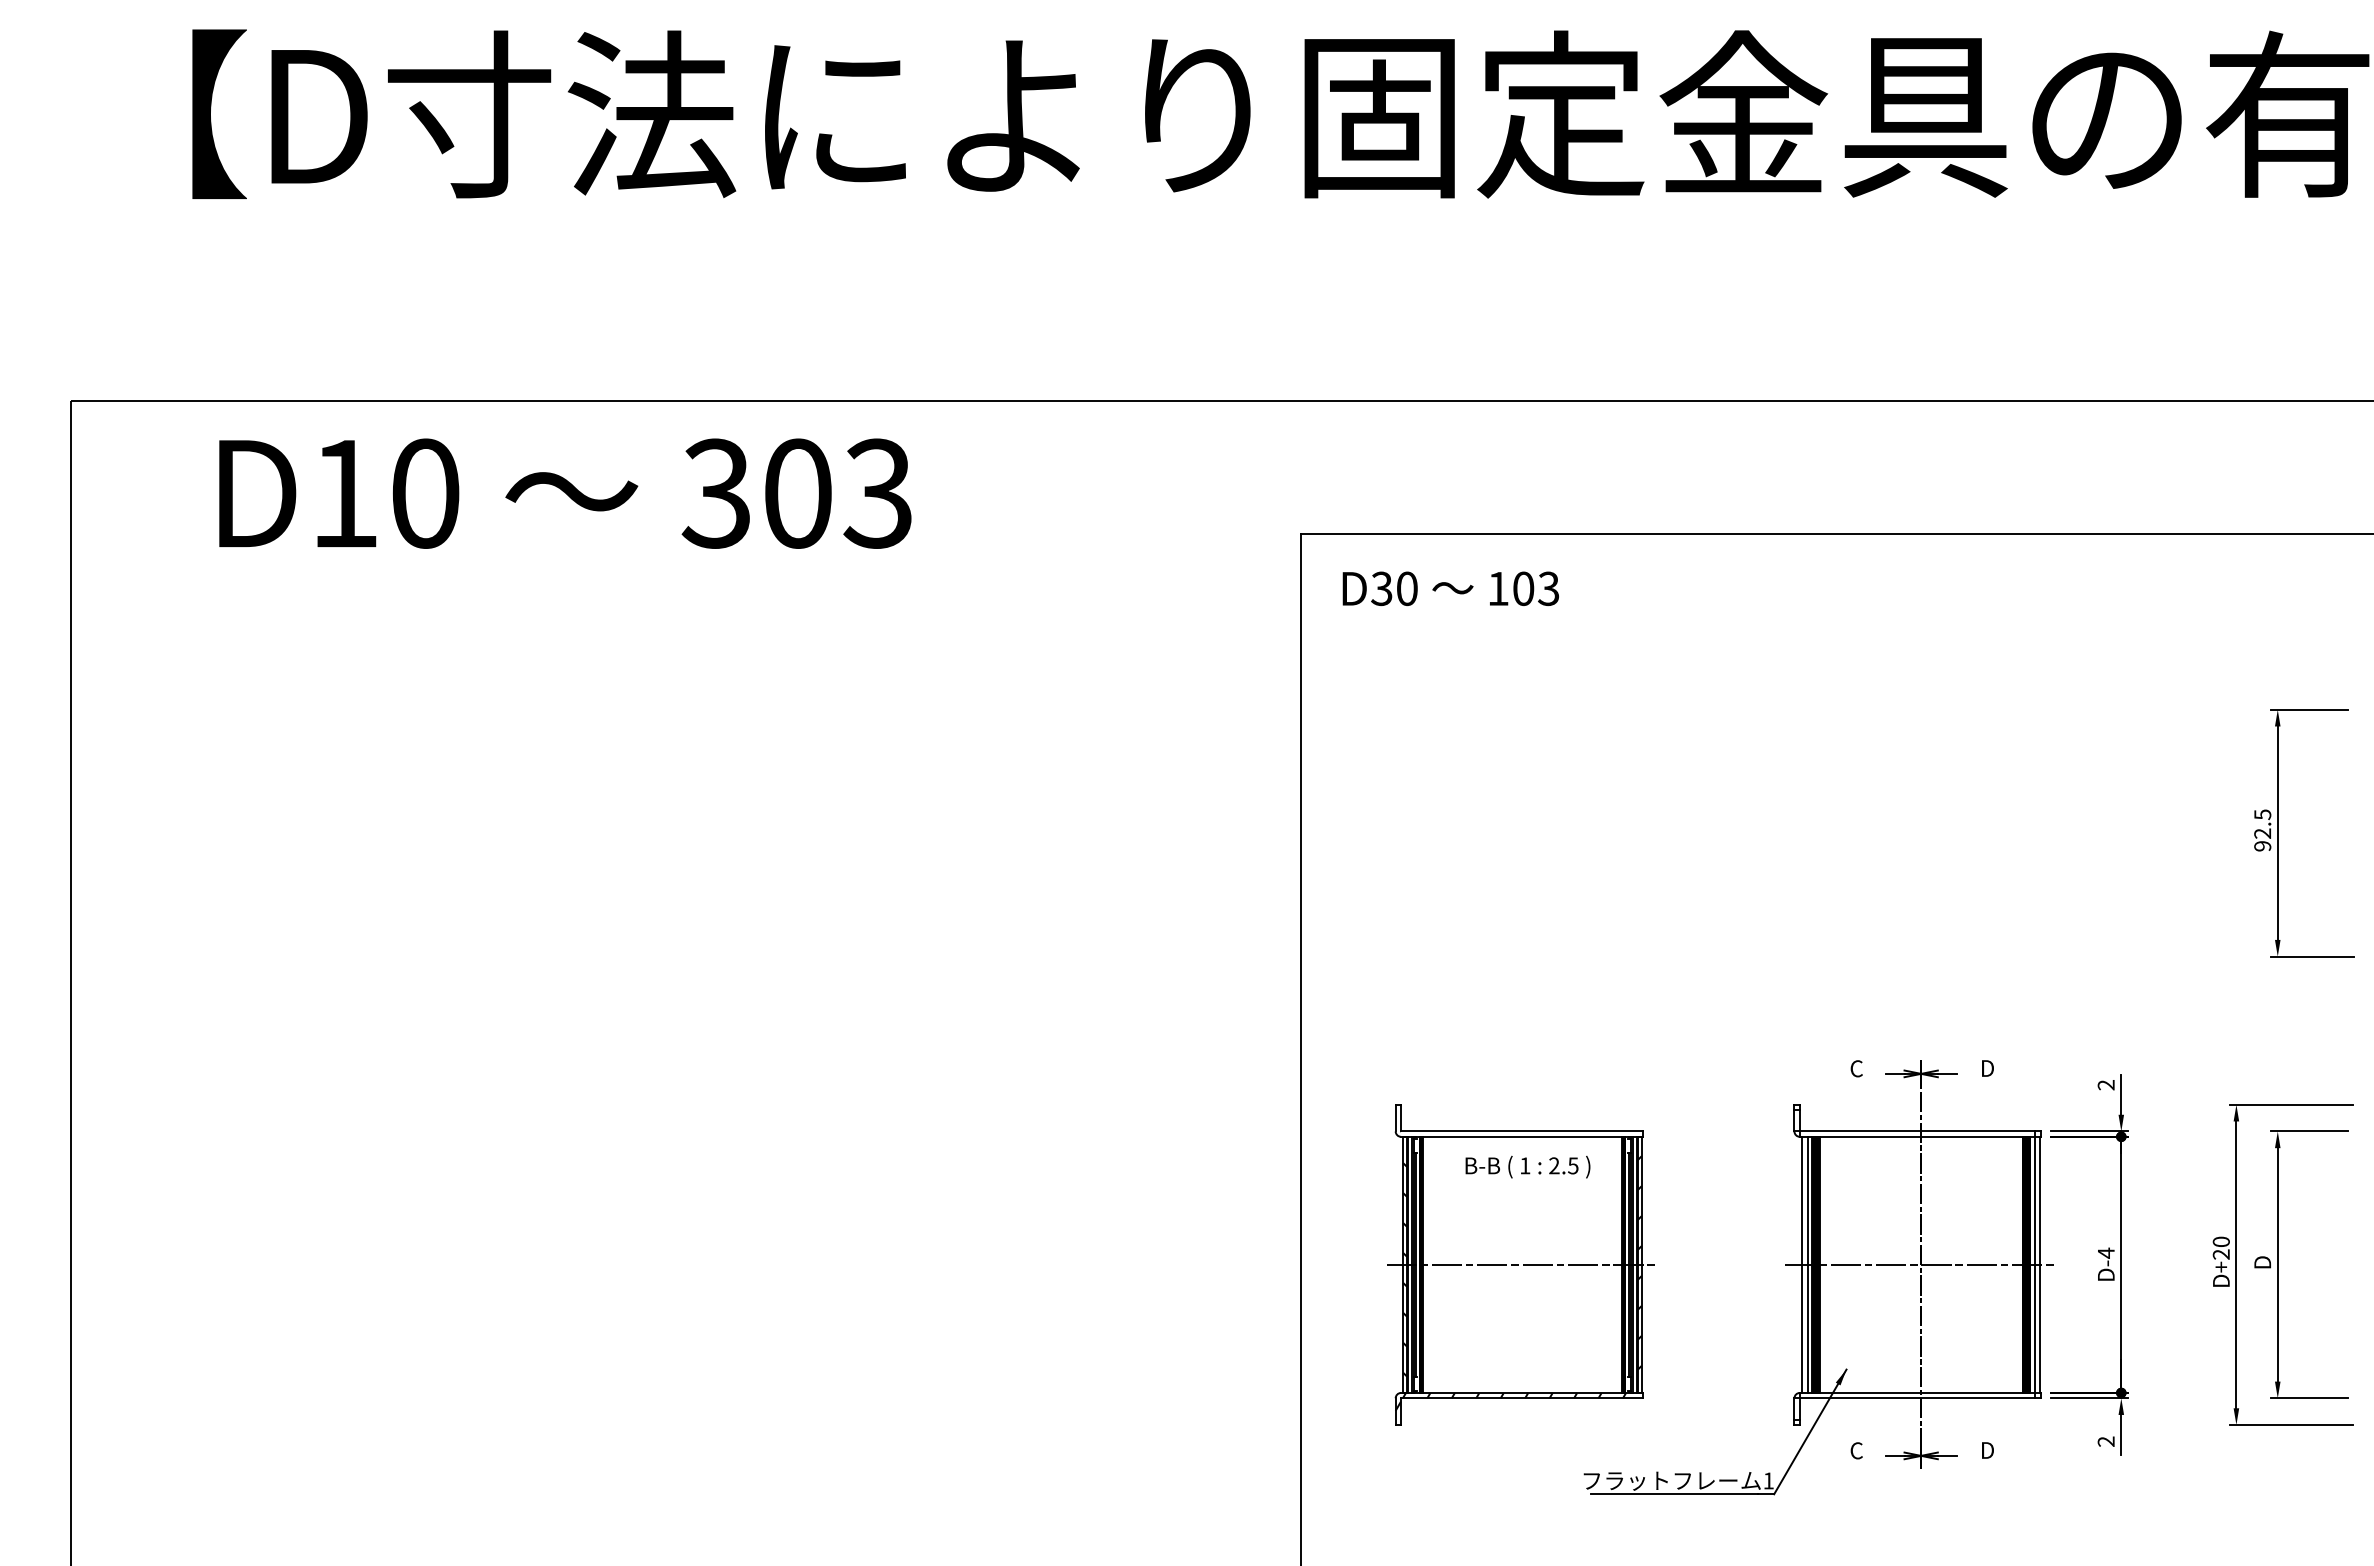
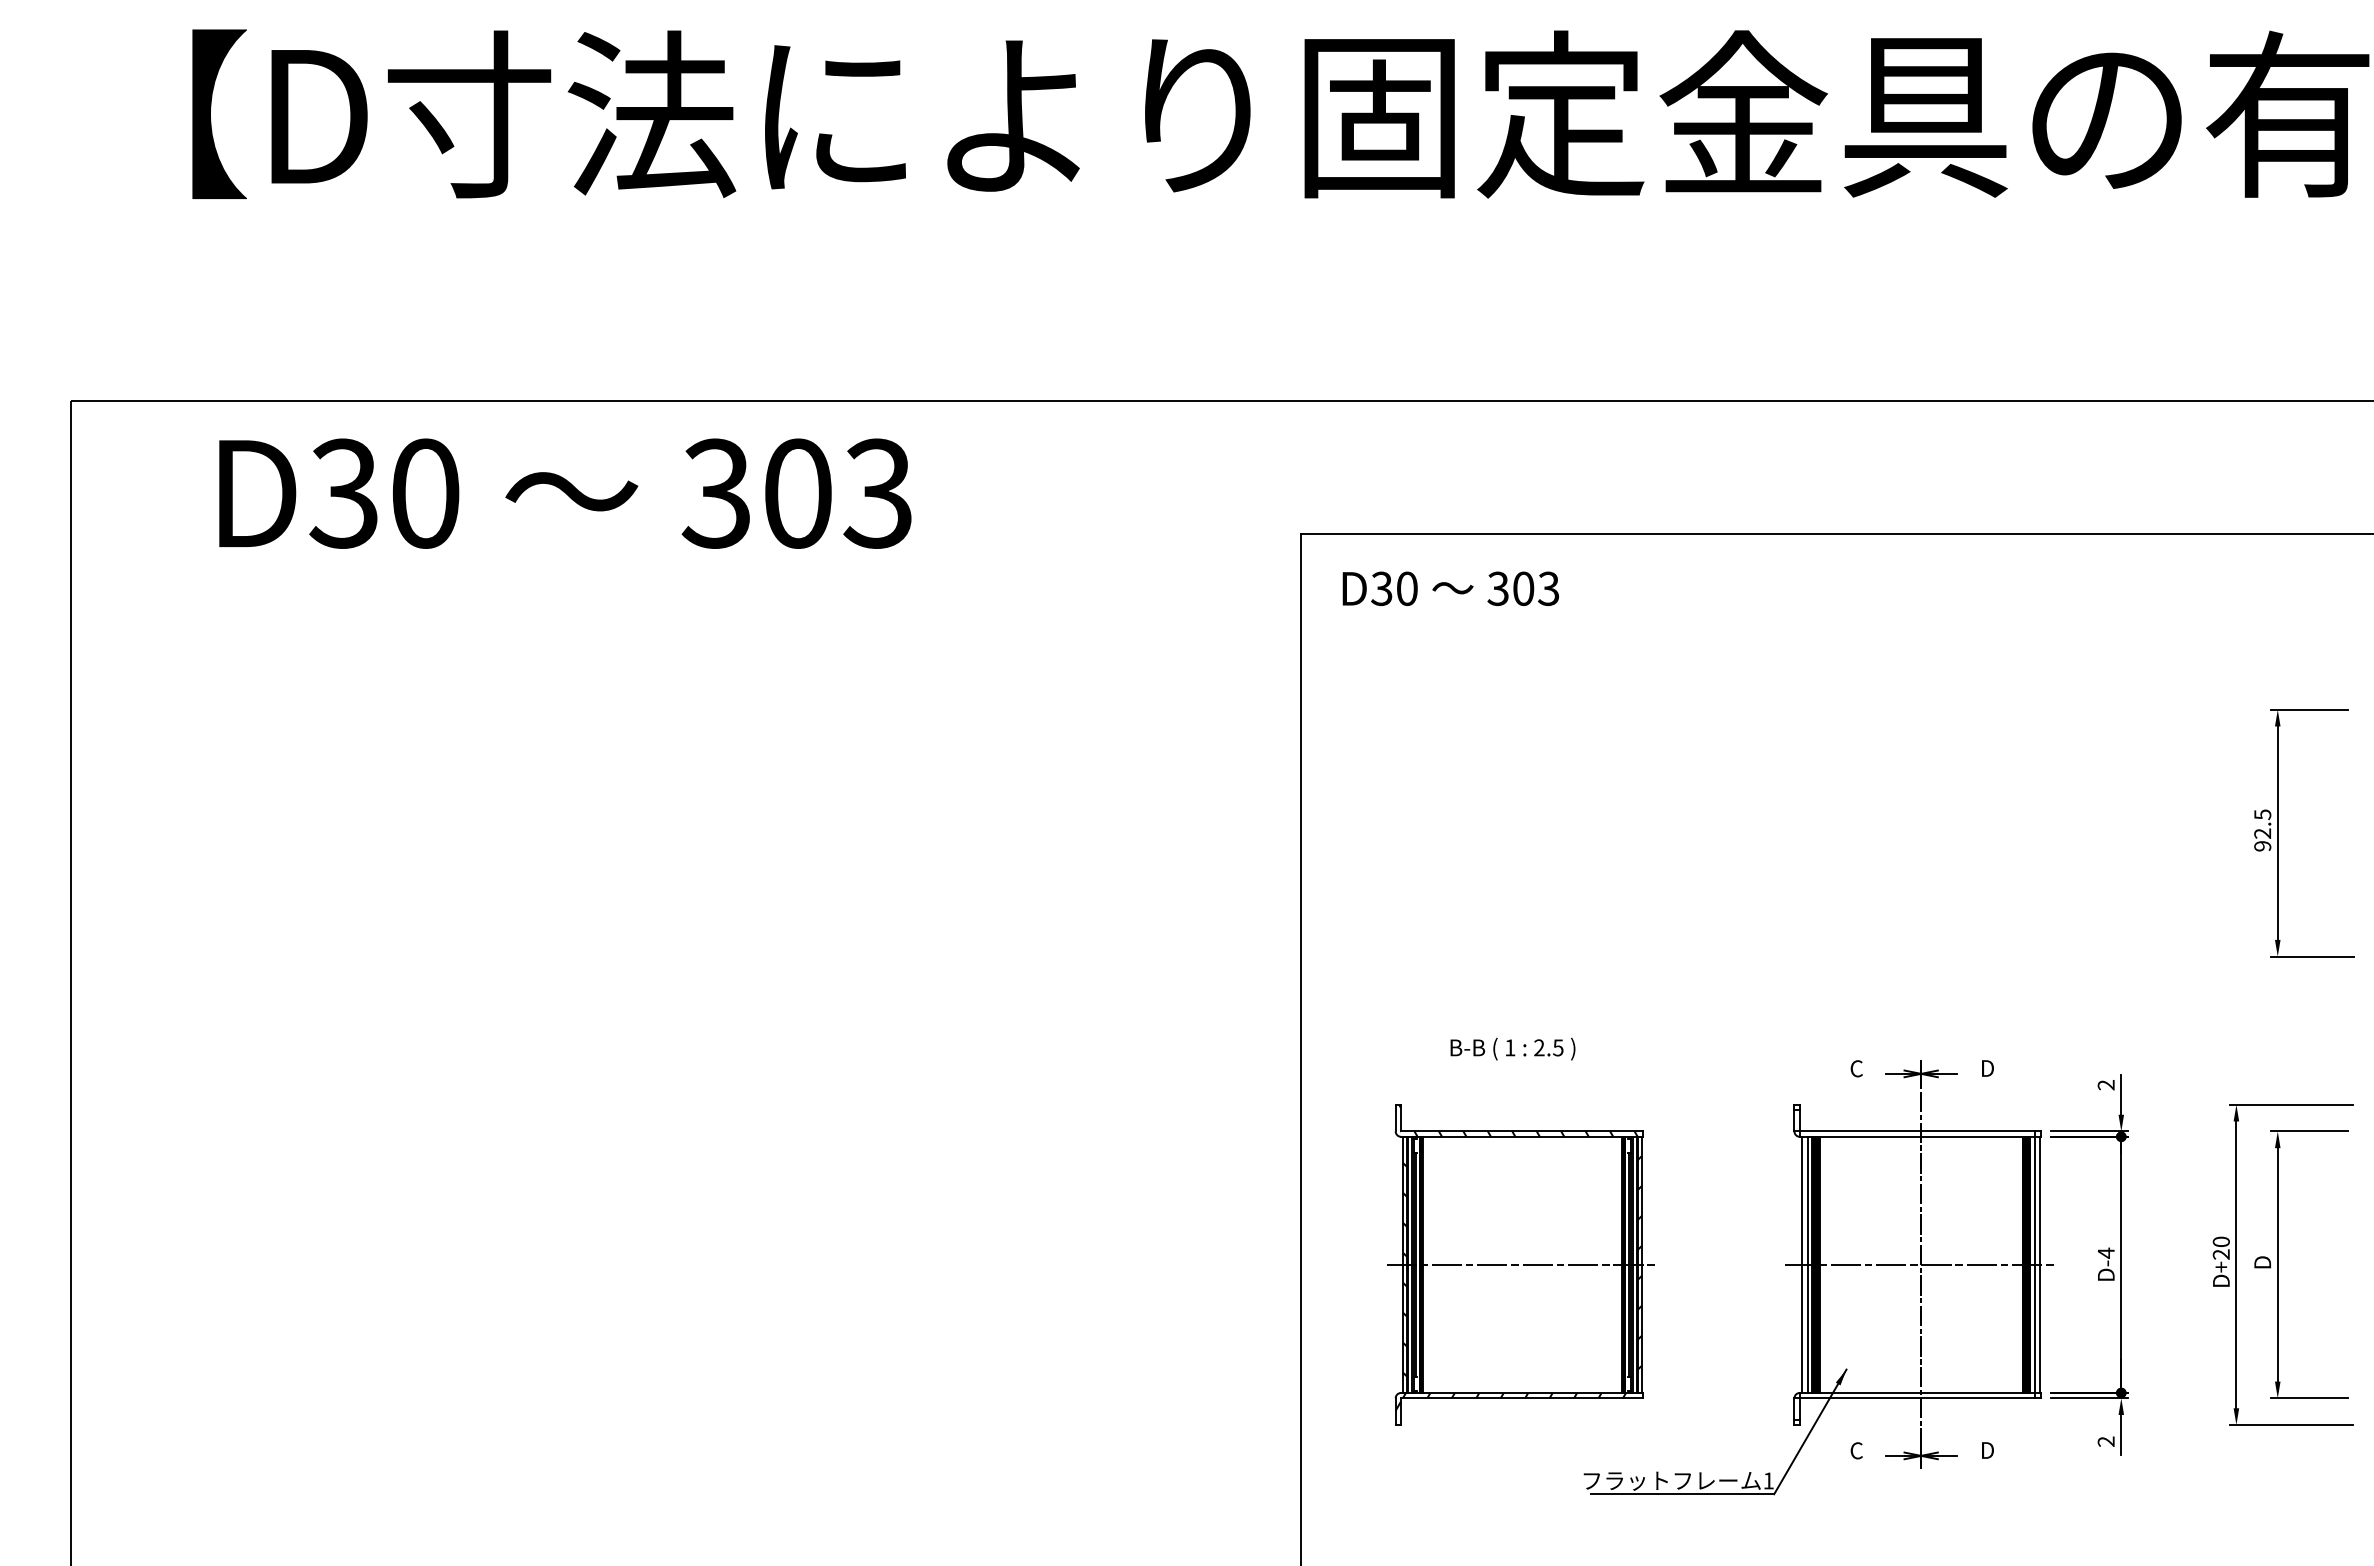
text at (343, 493): D10 -> D30
text at (1497, 588): 103 -> 303
hatch at (1518, 1120): none -> present
text at (1527, 1166) position: (1527, 1166) -> (1512, 1048)
